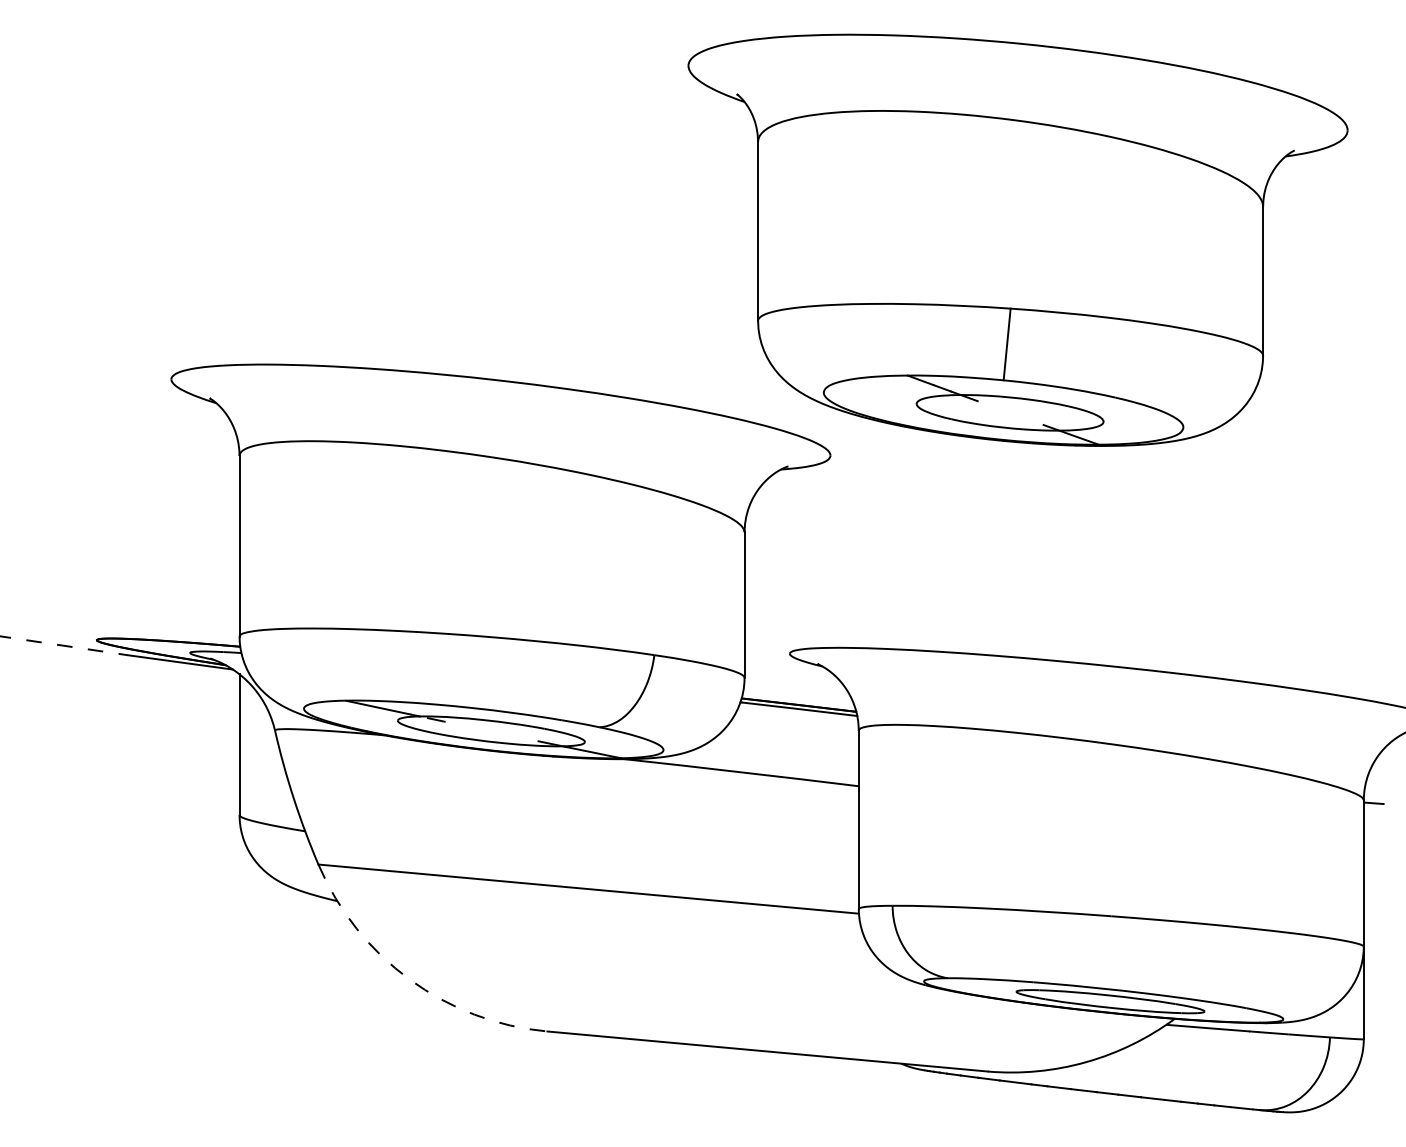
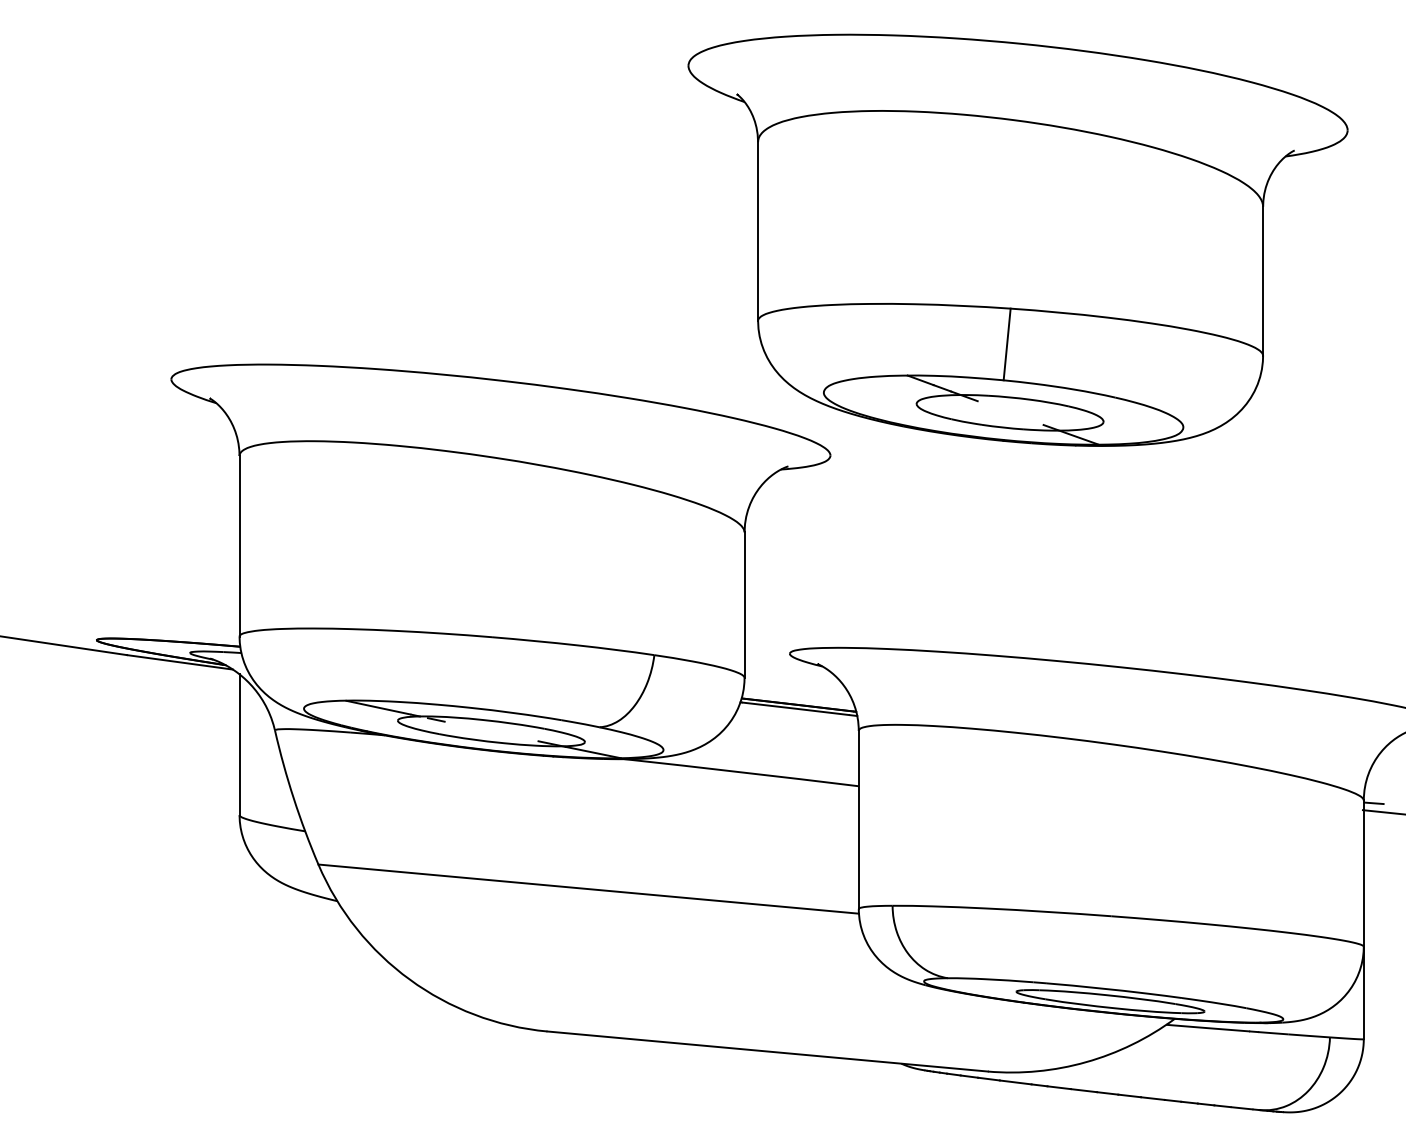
line at (63, 645): dashed -> solid
line at (1382, 812): none -> present
arc at (409, 979): dashed -> solid
